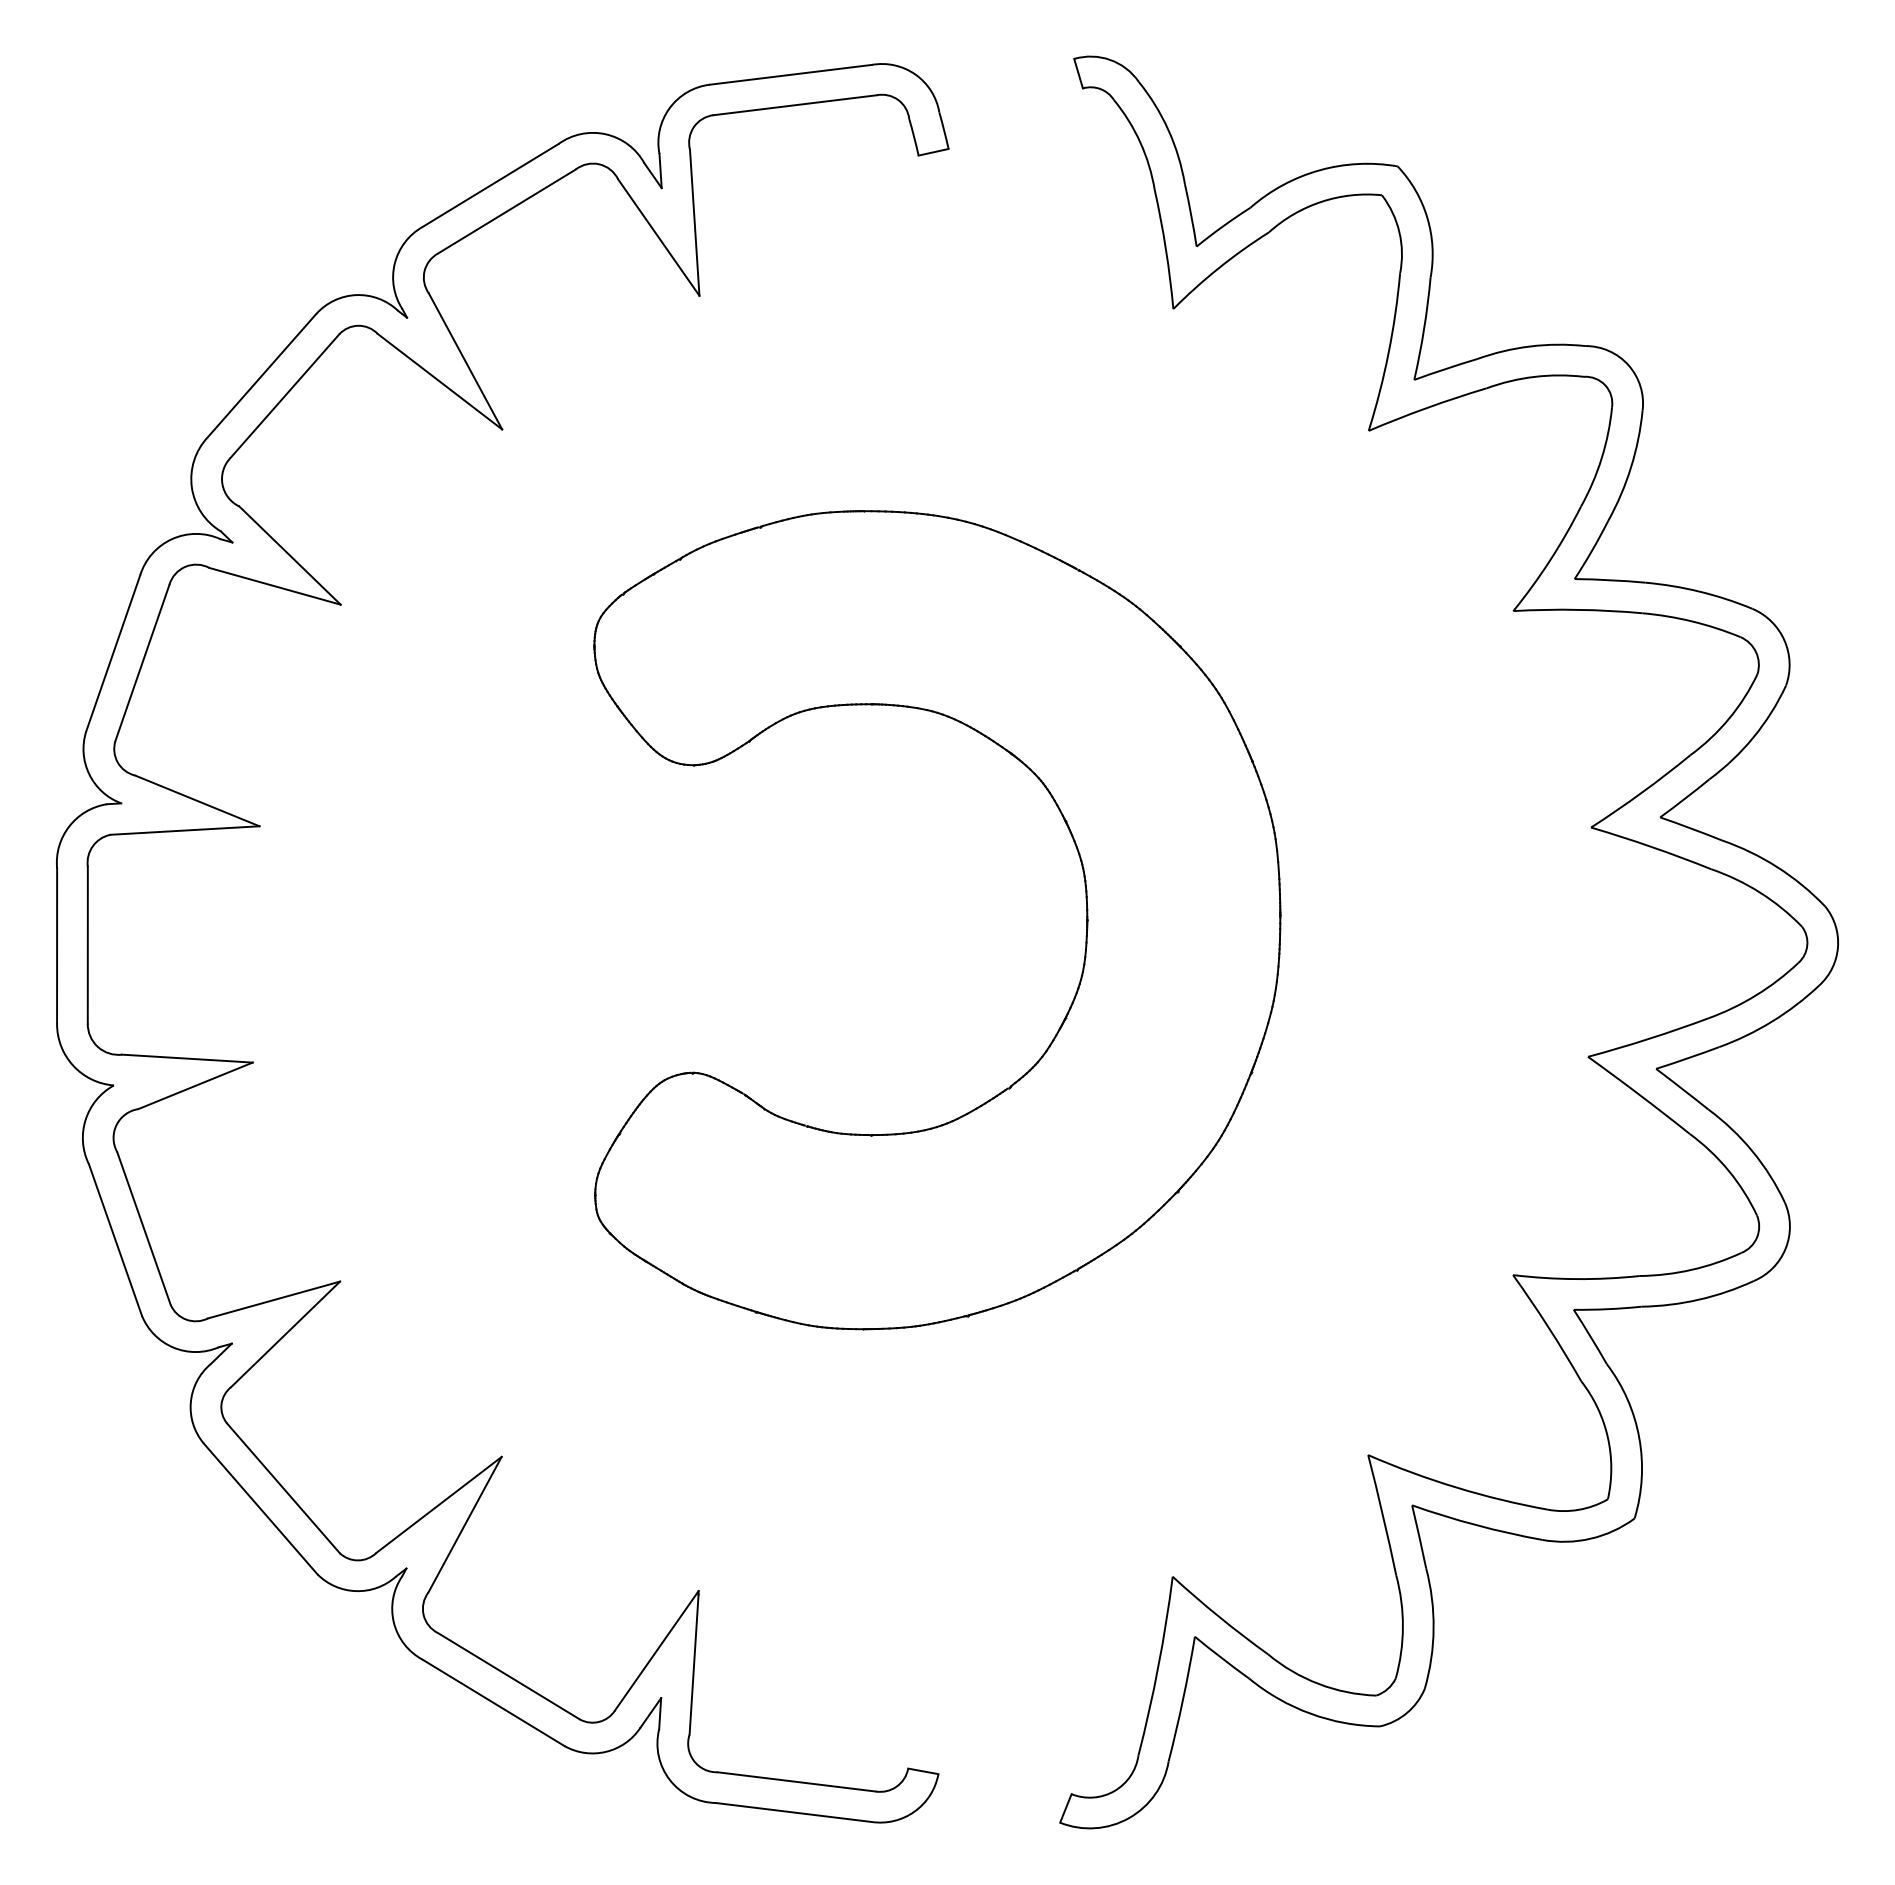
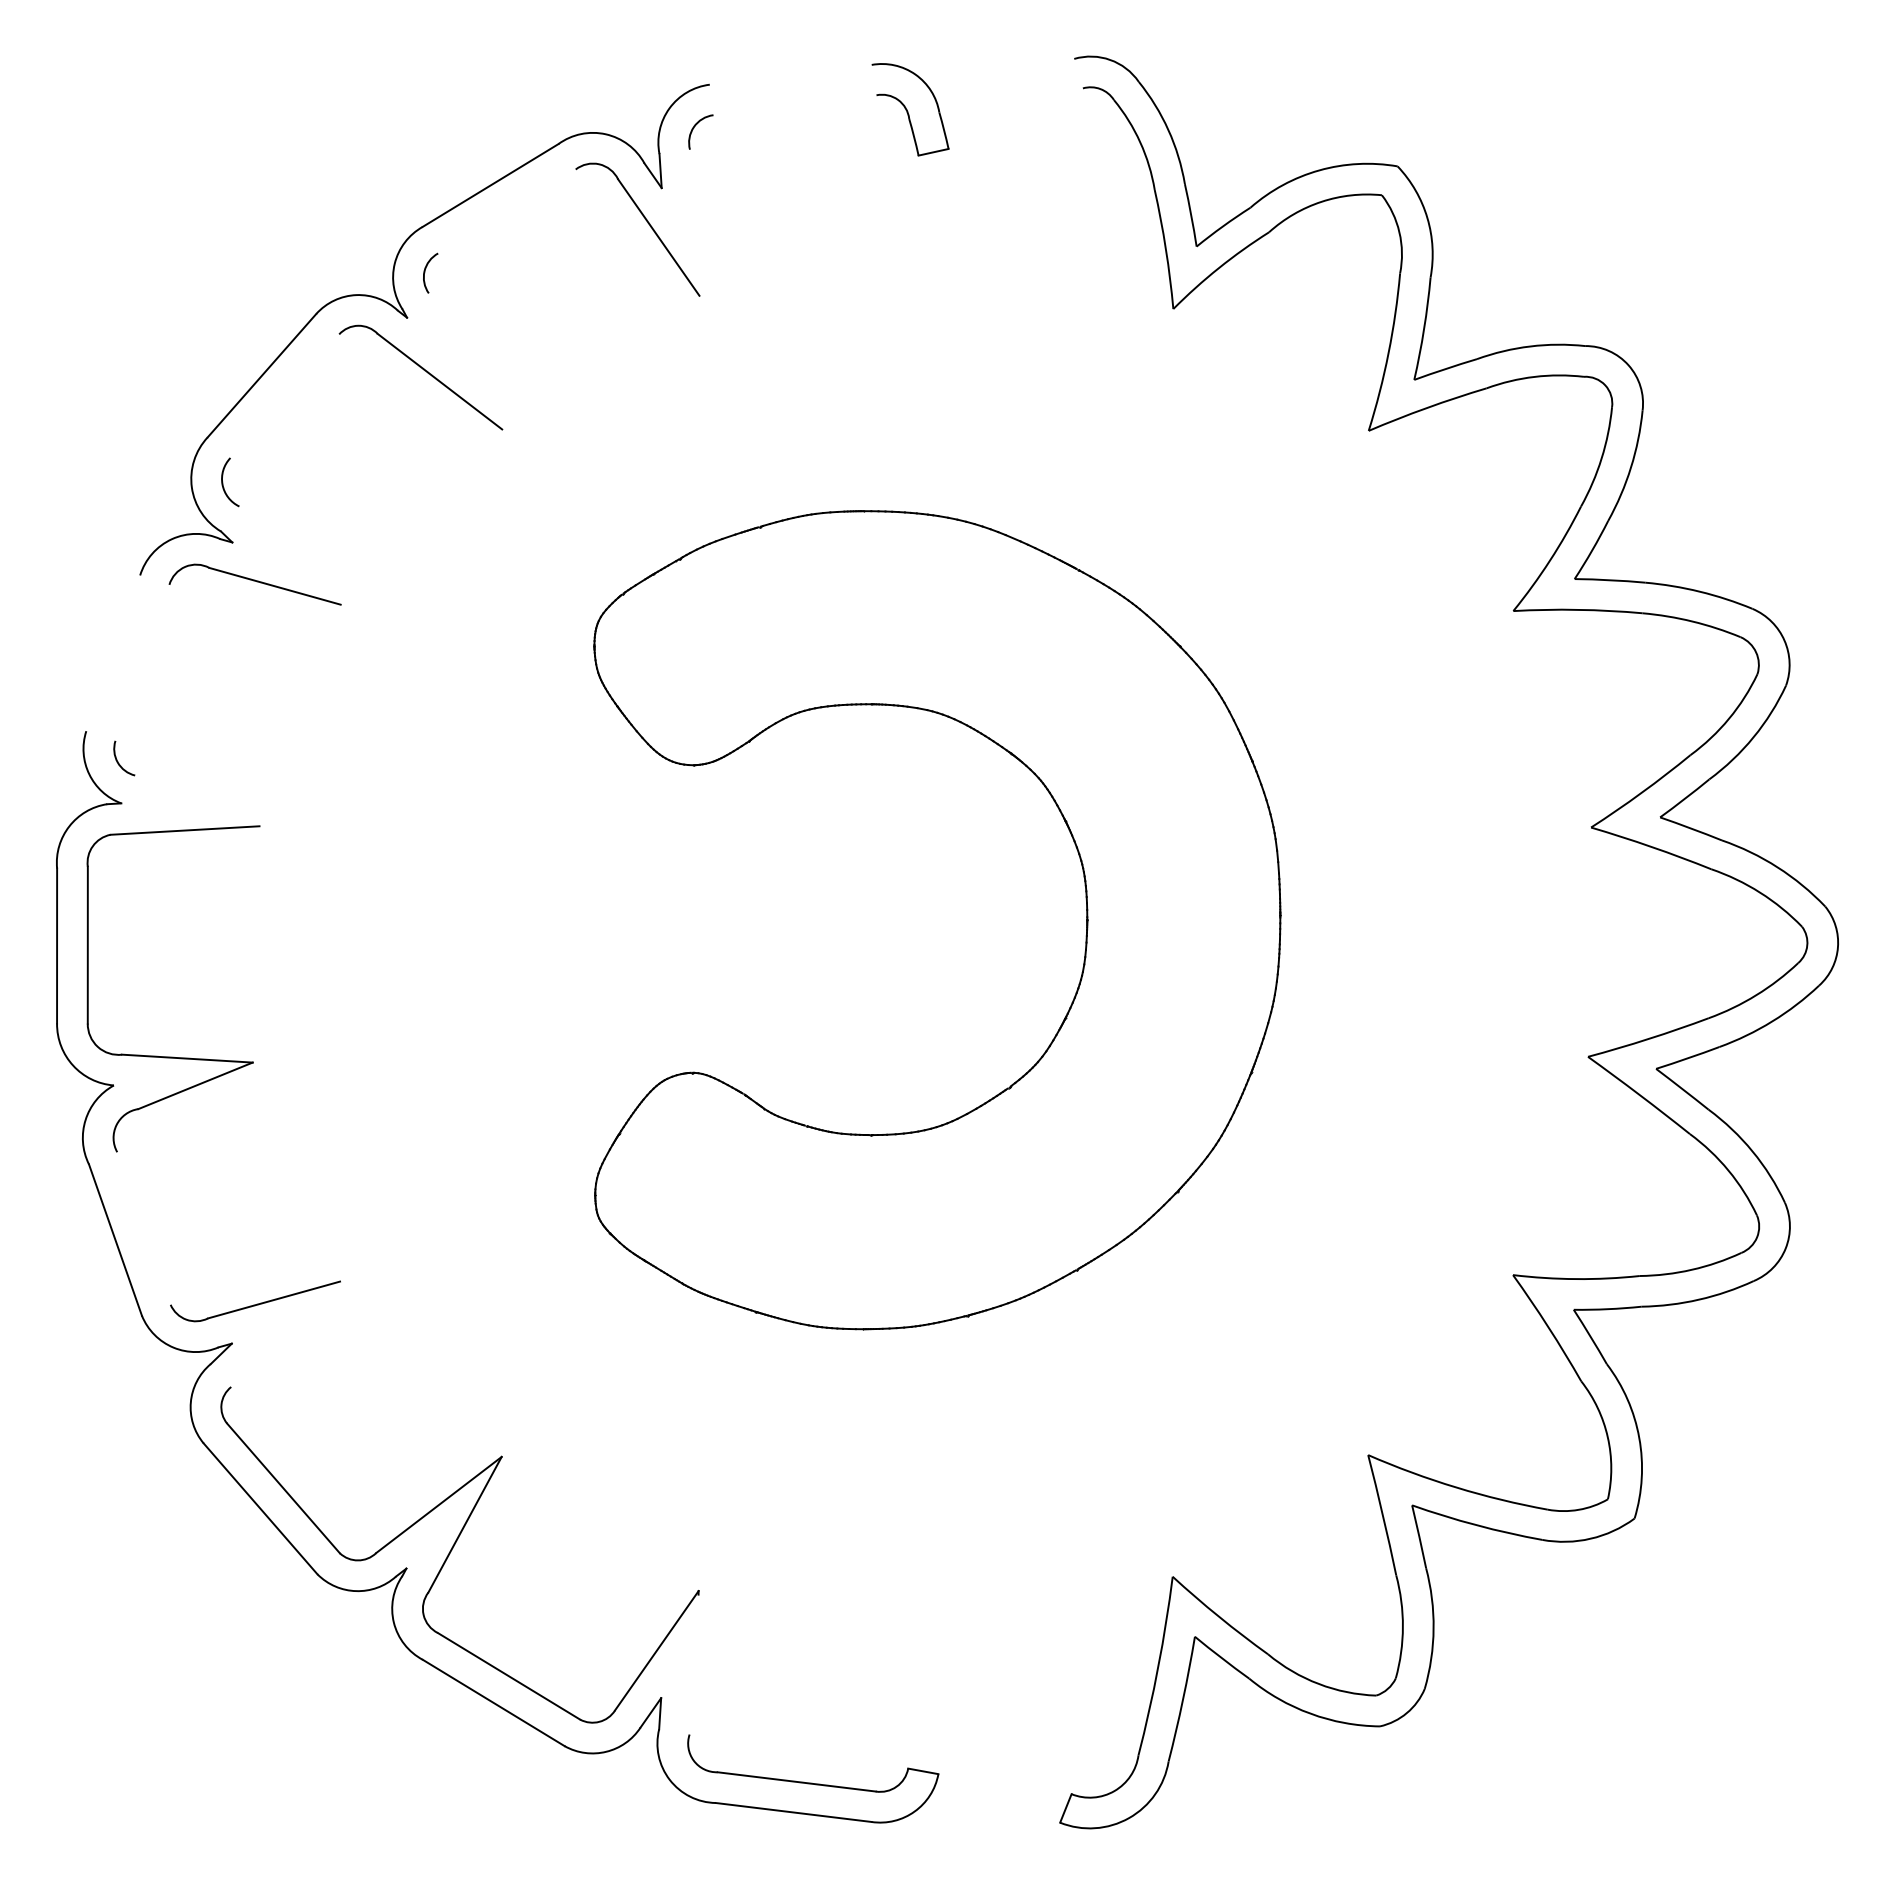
line at (1078, 73): present -> none
line at (790, 74): present -> none
line at (794, 105): present -> none
line at (506, 211): present -> none
line at (694, 222): present -> none
line at (465, 361): present -> none
line at (284, 395): present -> none
line at (289, 555): present -> none
line at (113, 653): present -> none
line at (142, 662): present -> none
line at (197, 800): present -> none
line at (143, 1228): present -> none
line at (285, 1334): present -> none
line at (693, 1664): present -> none
